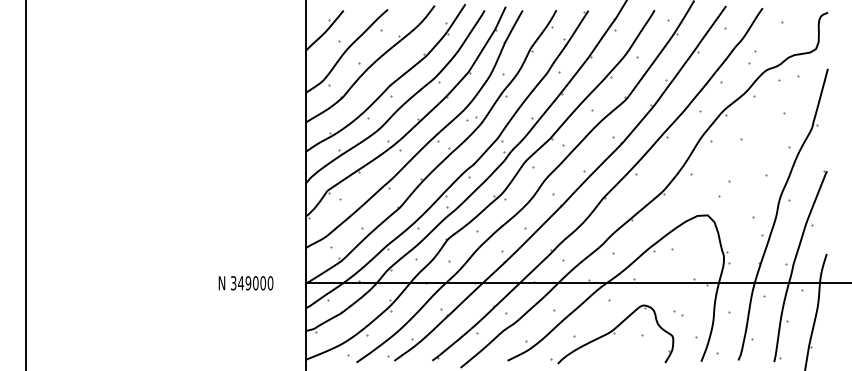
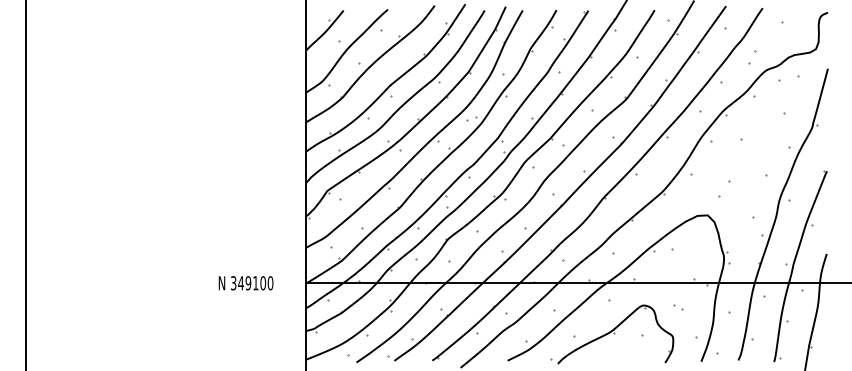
text at (255, 283): 349000 -> 349100
part at (678, 313) position: (678, 313) -> (678, 307)
